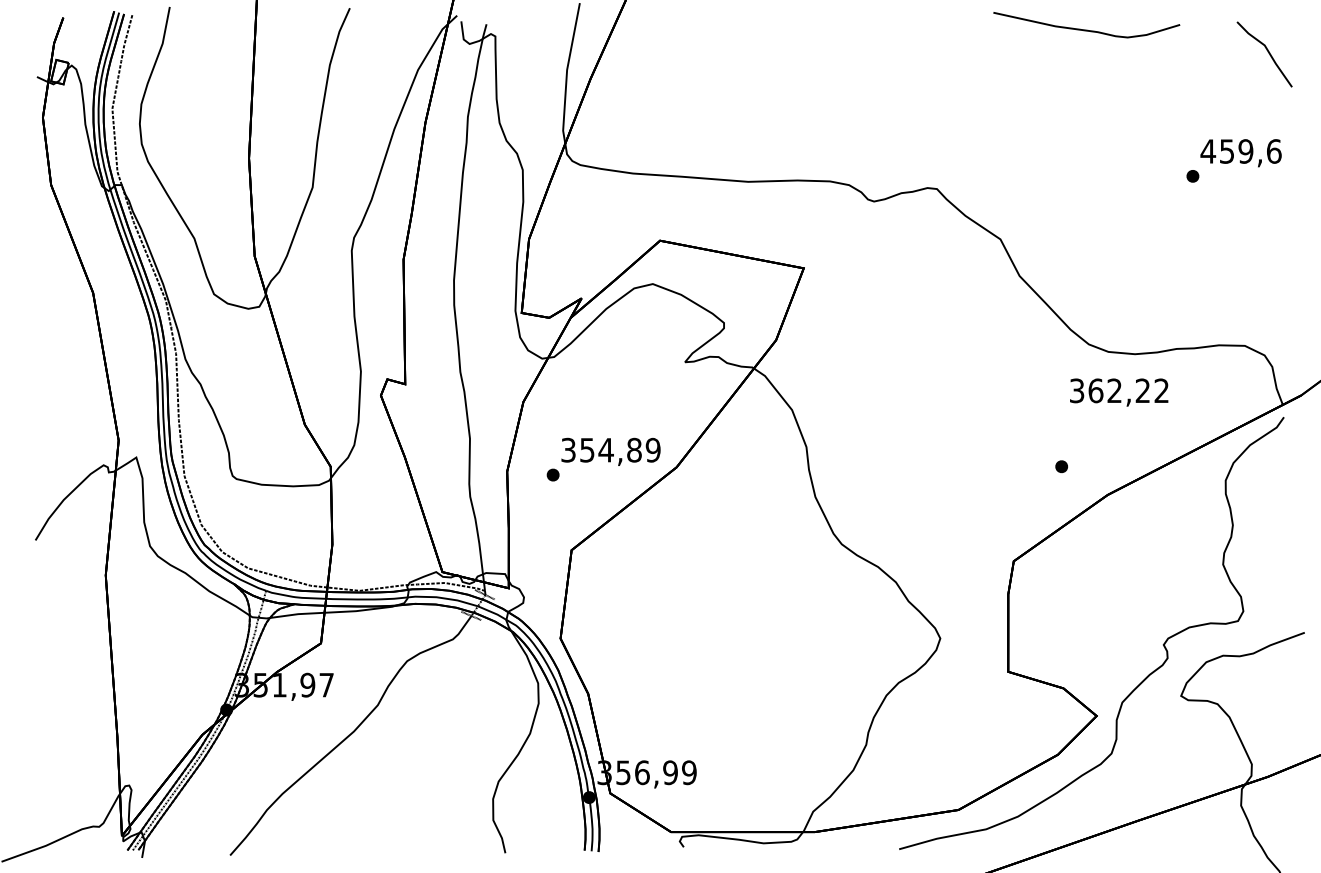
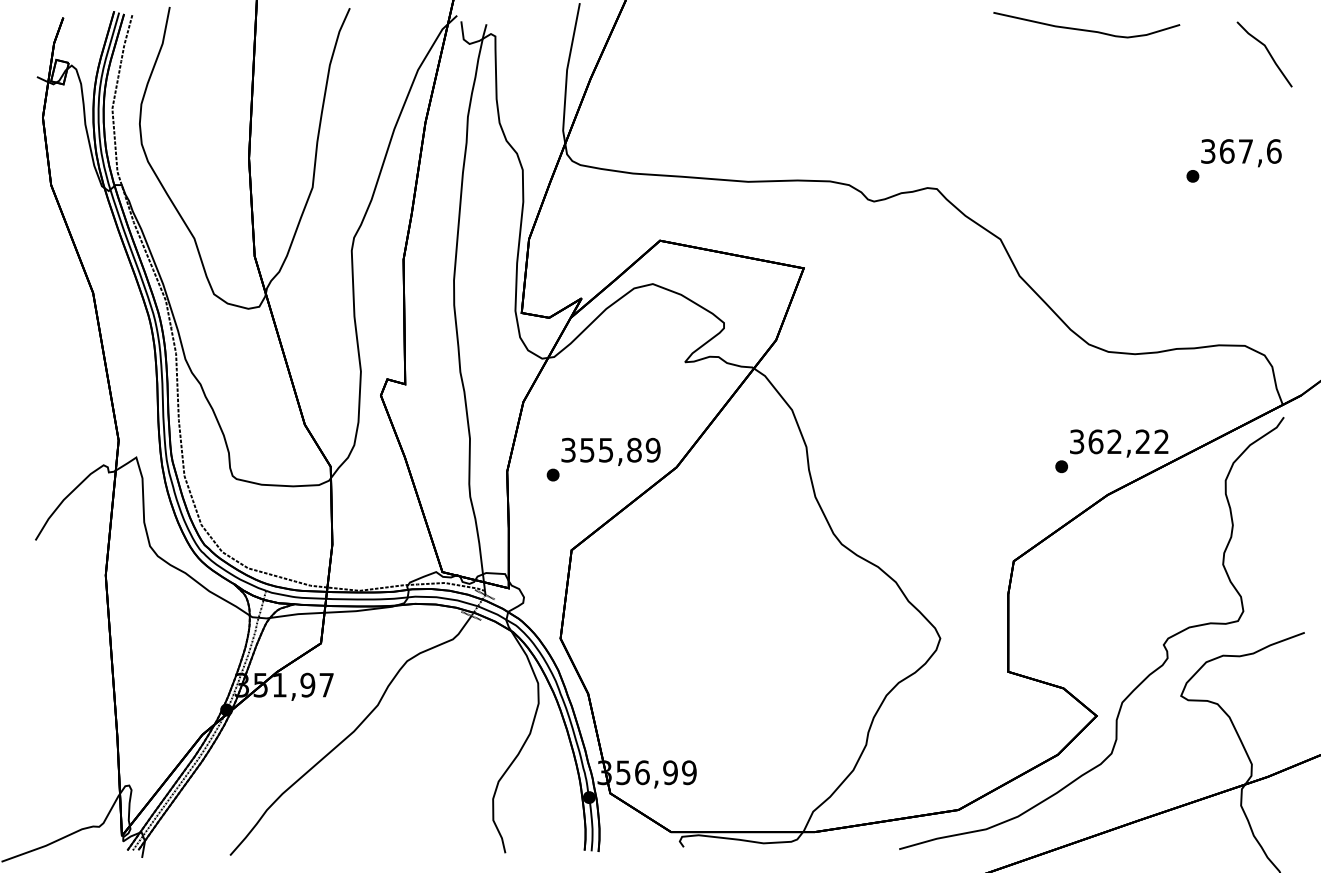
text at (1226, 151): 459,6 -> 367,6
text at (1119, 392) position: (1119, 392) -> (1119, 443)
text at (605, 450): 354,89 -> 355,89
